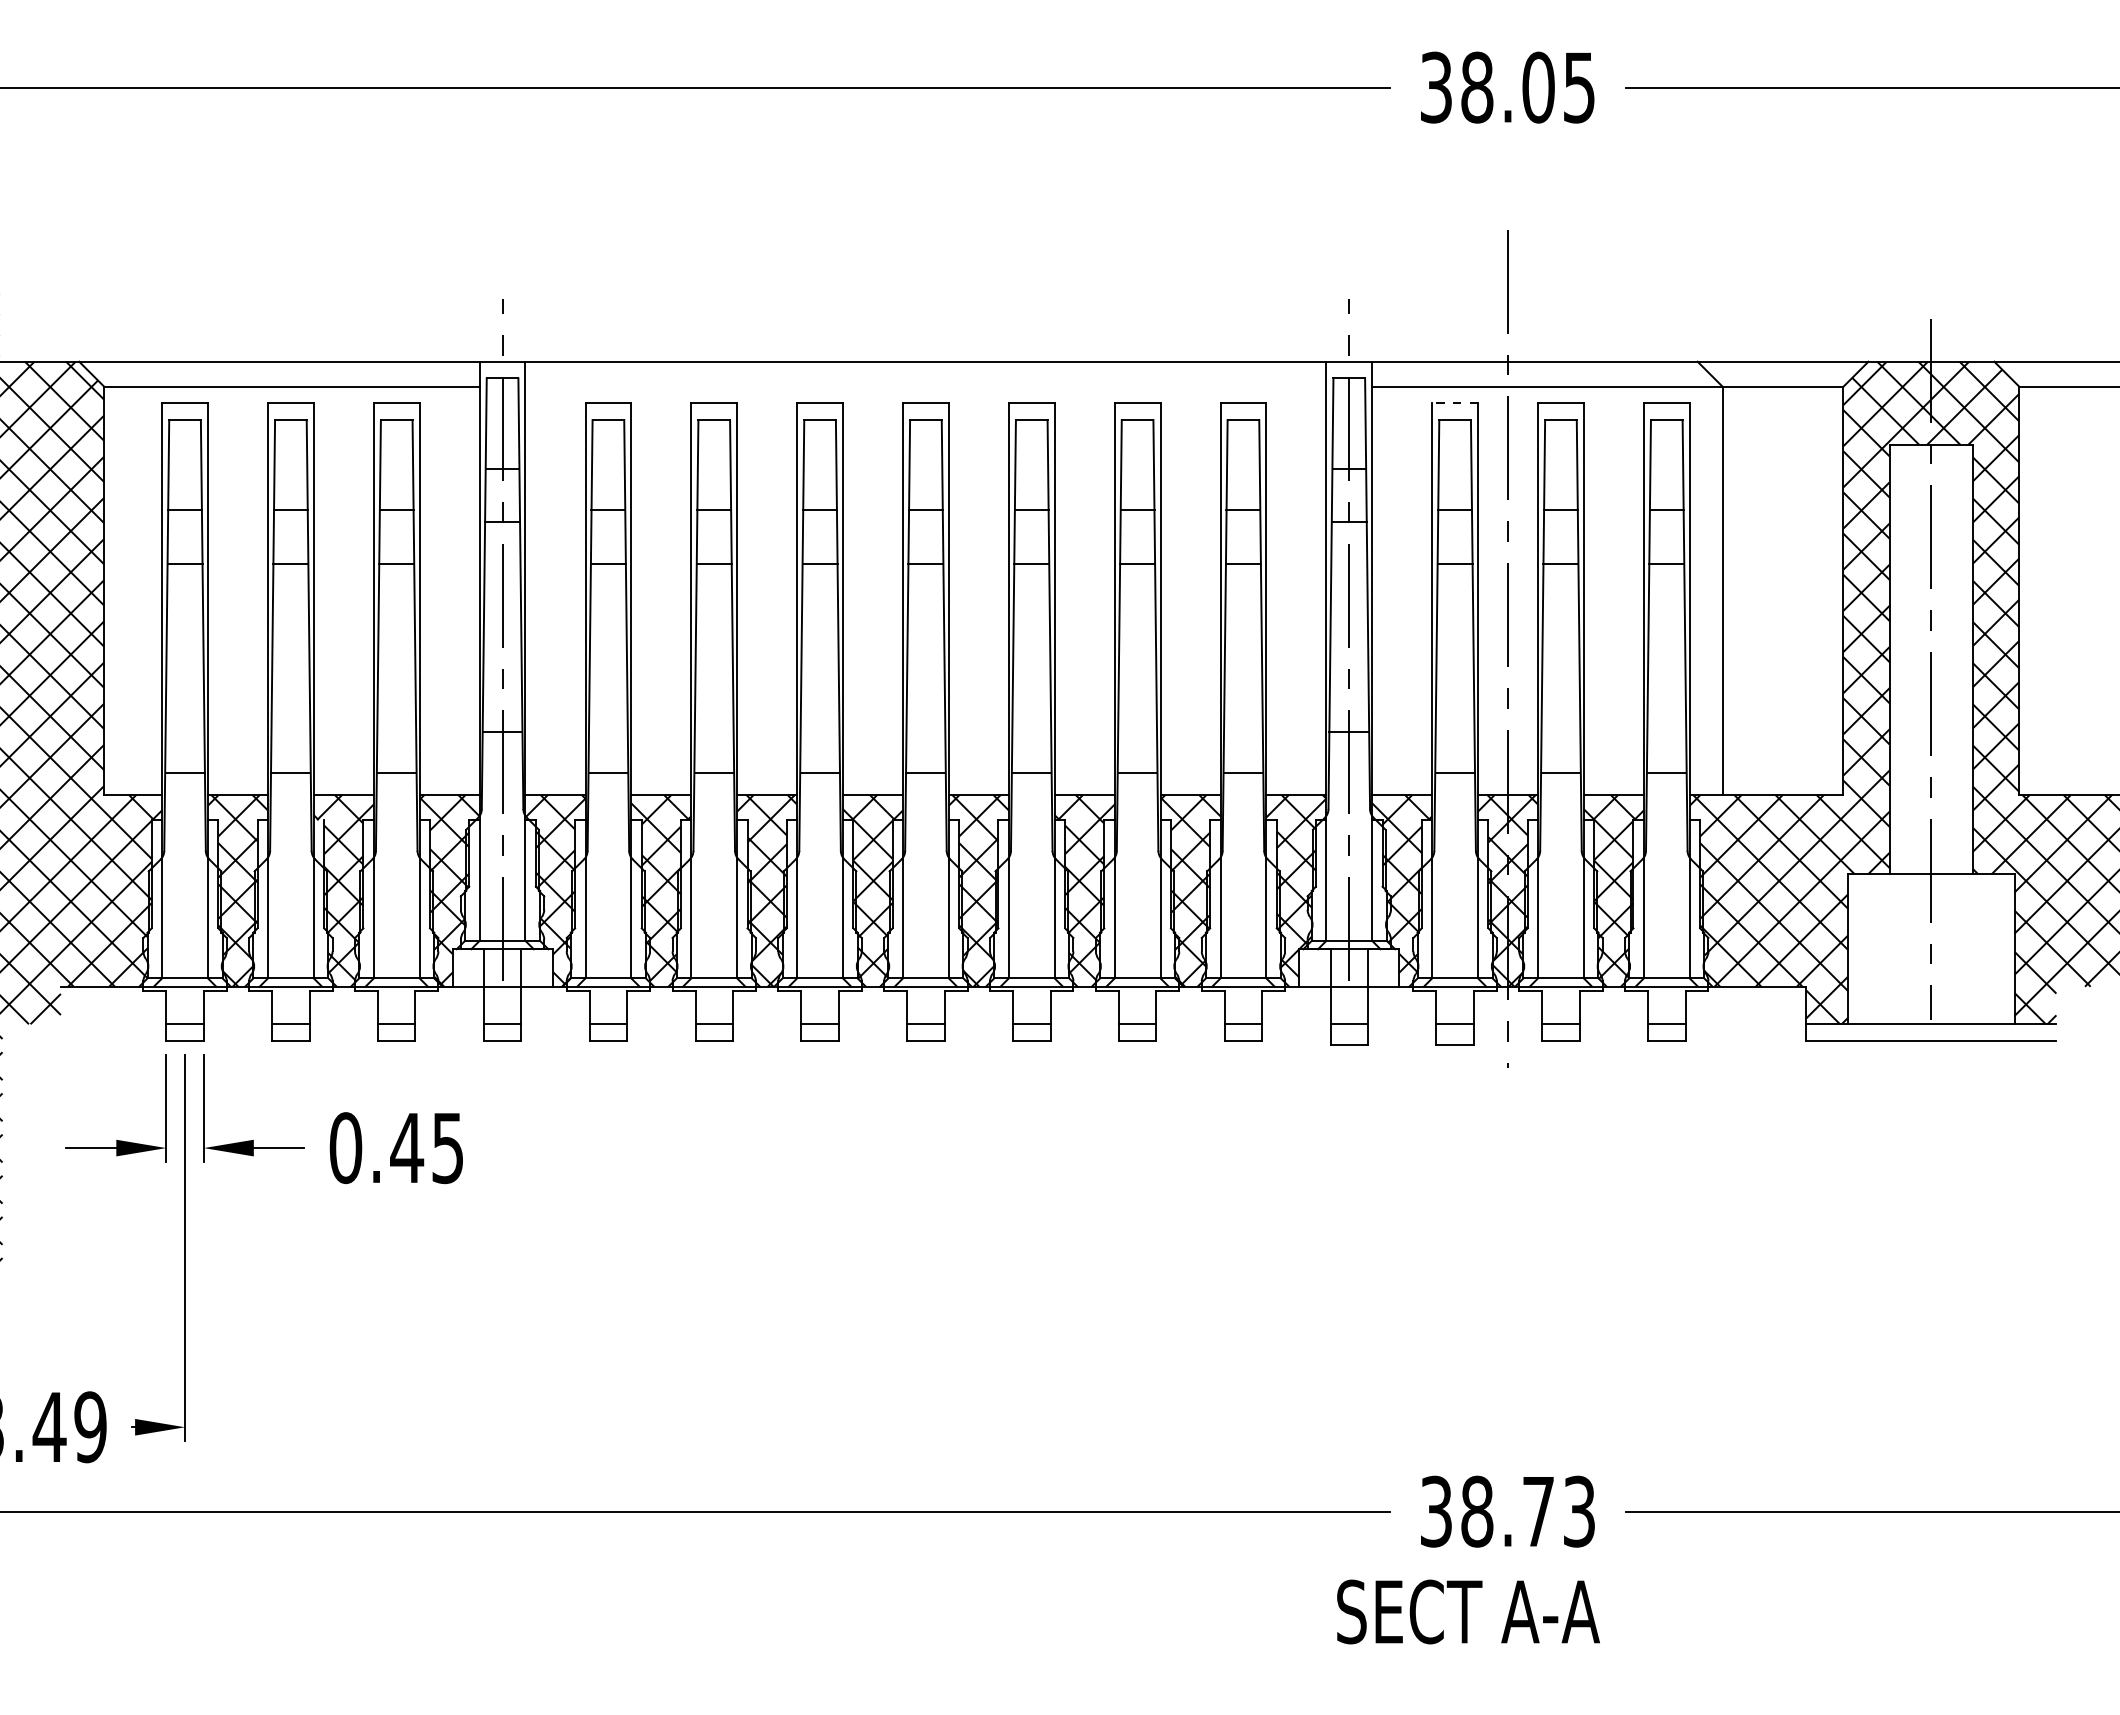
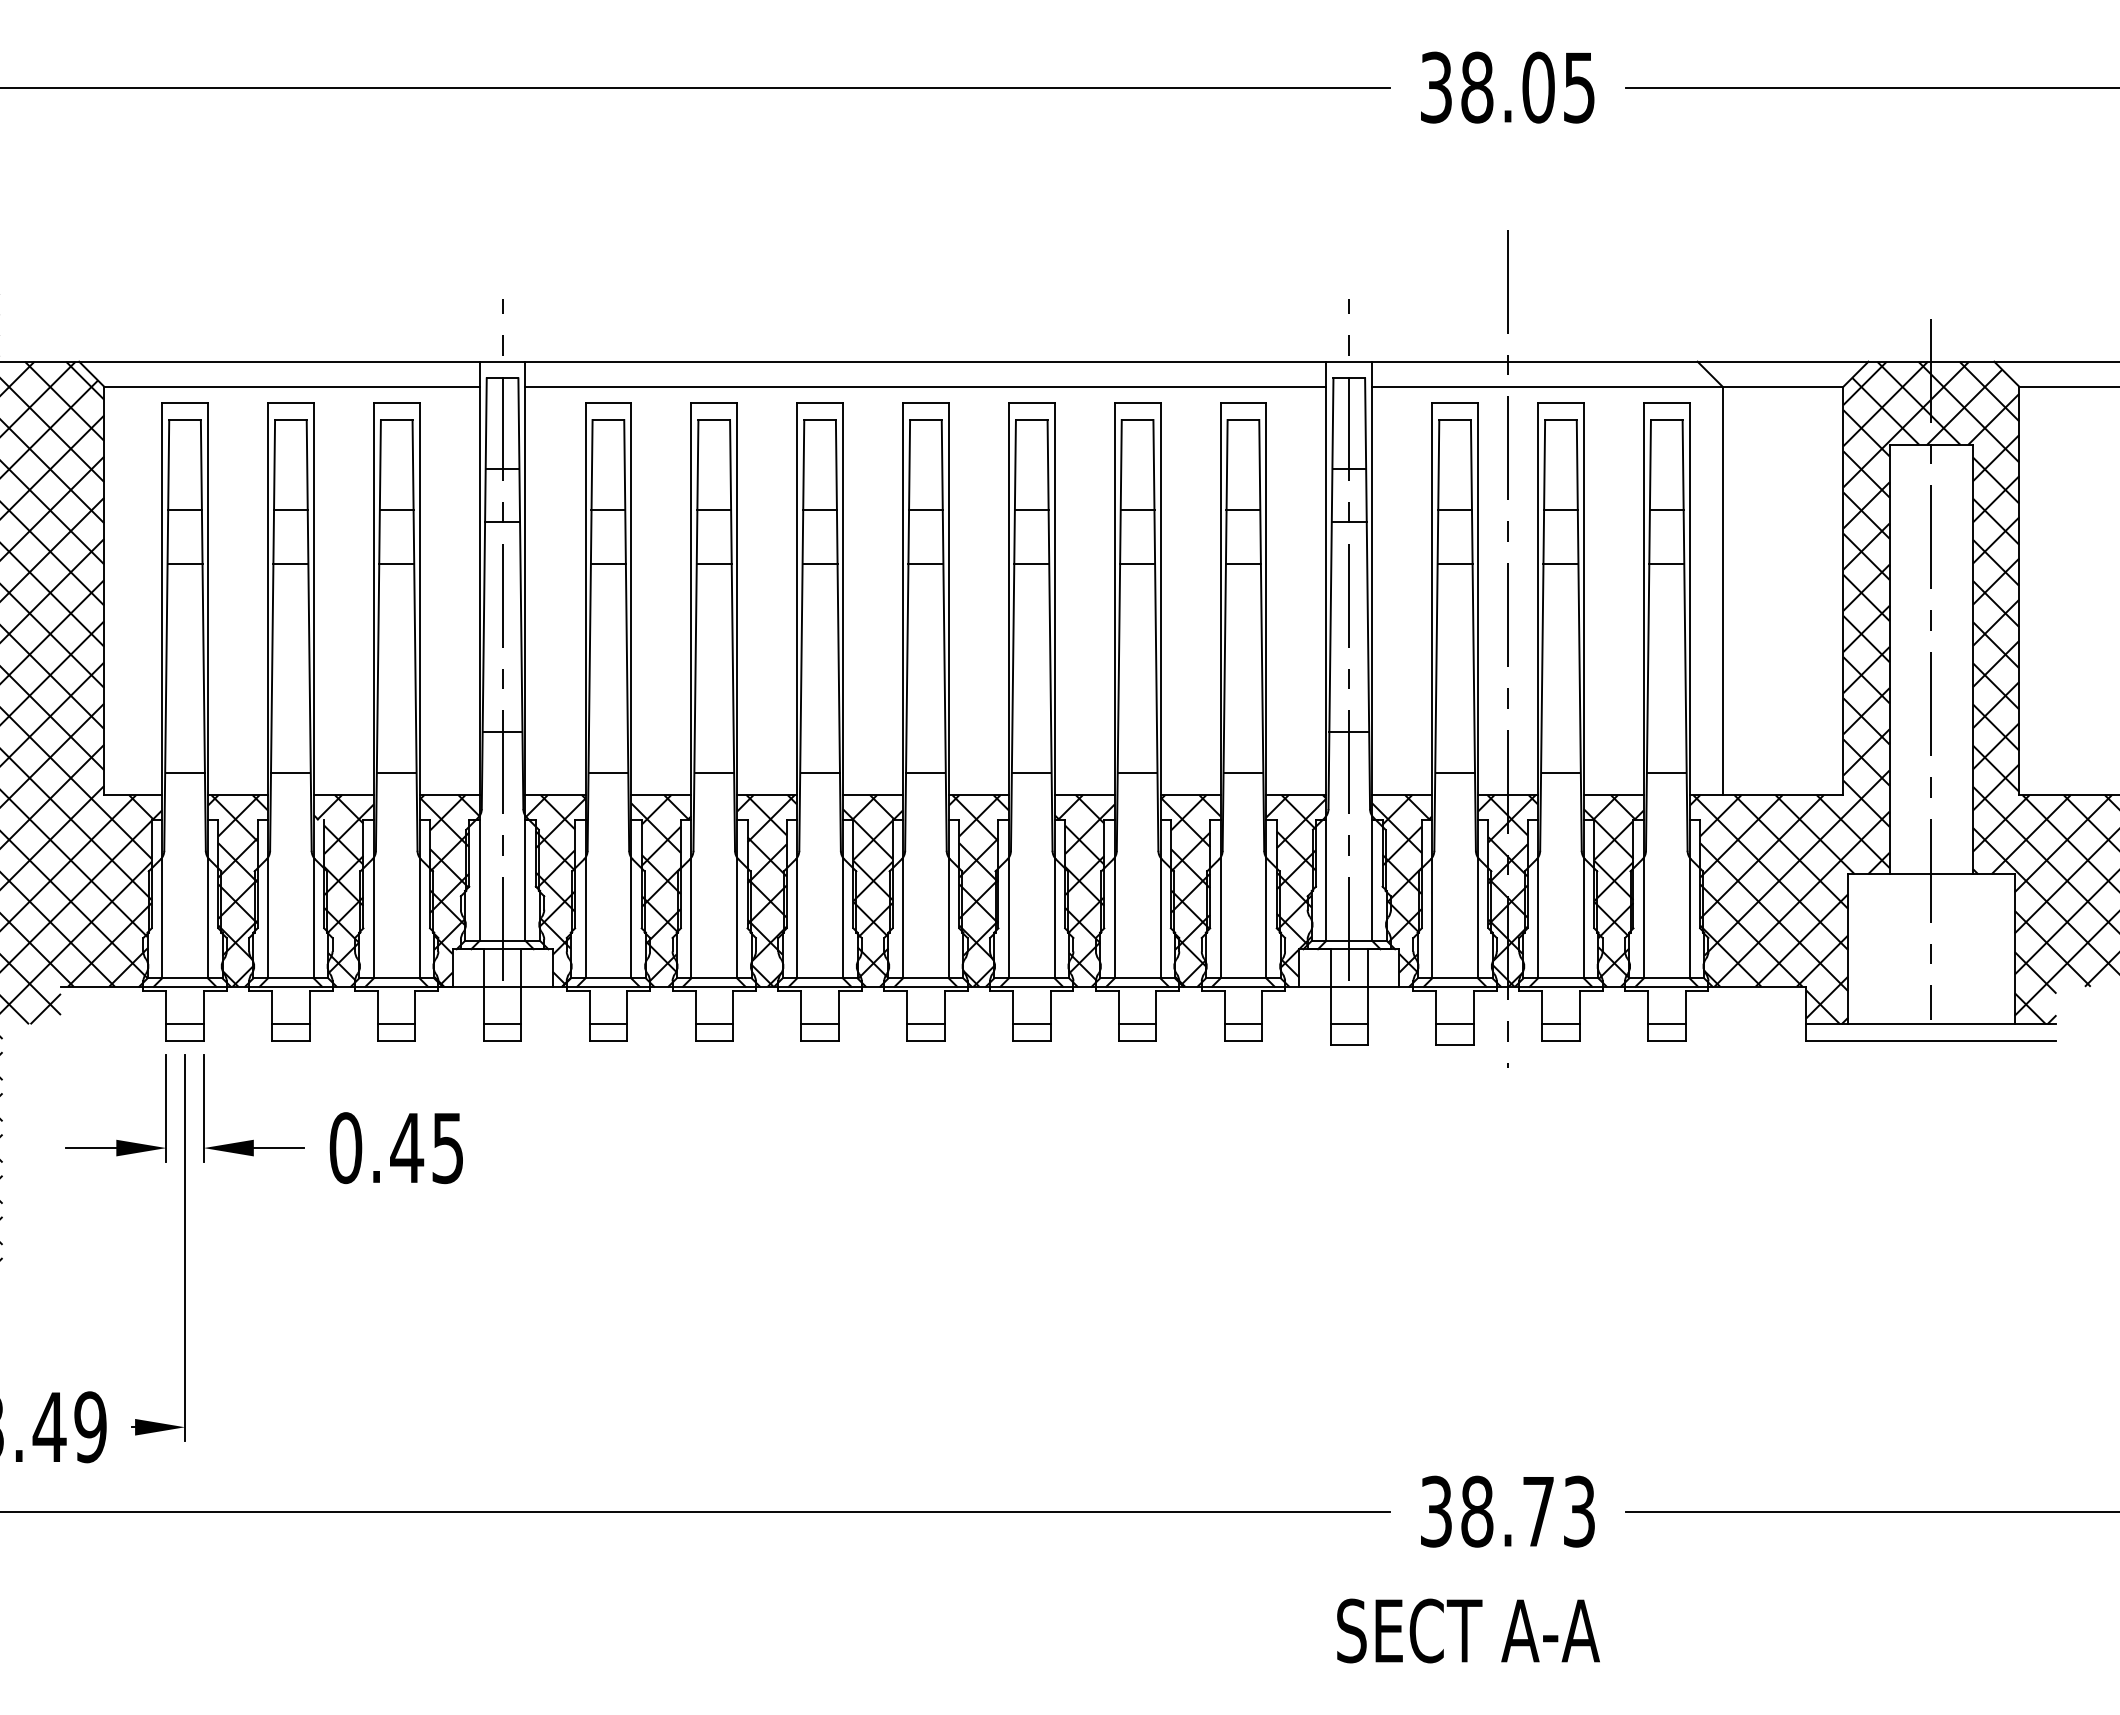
line at (925, 386): none -> present
line at (1455, 403): dashed -> solid
text at (1468, 1611) position: (1468, 1611) -> (1468, 1630)
